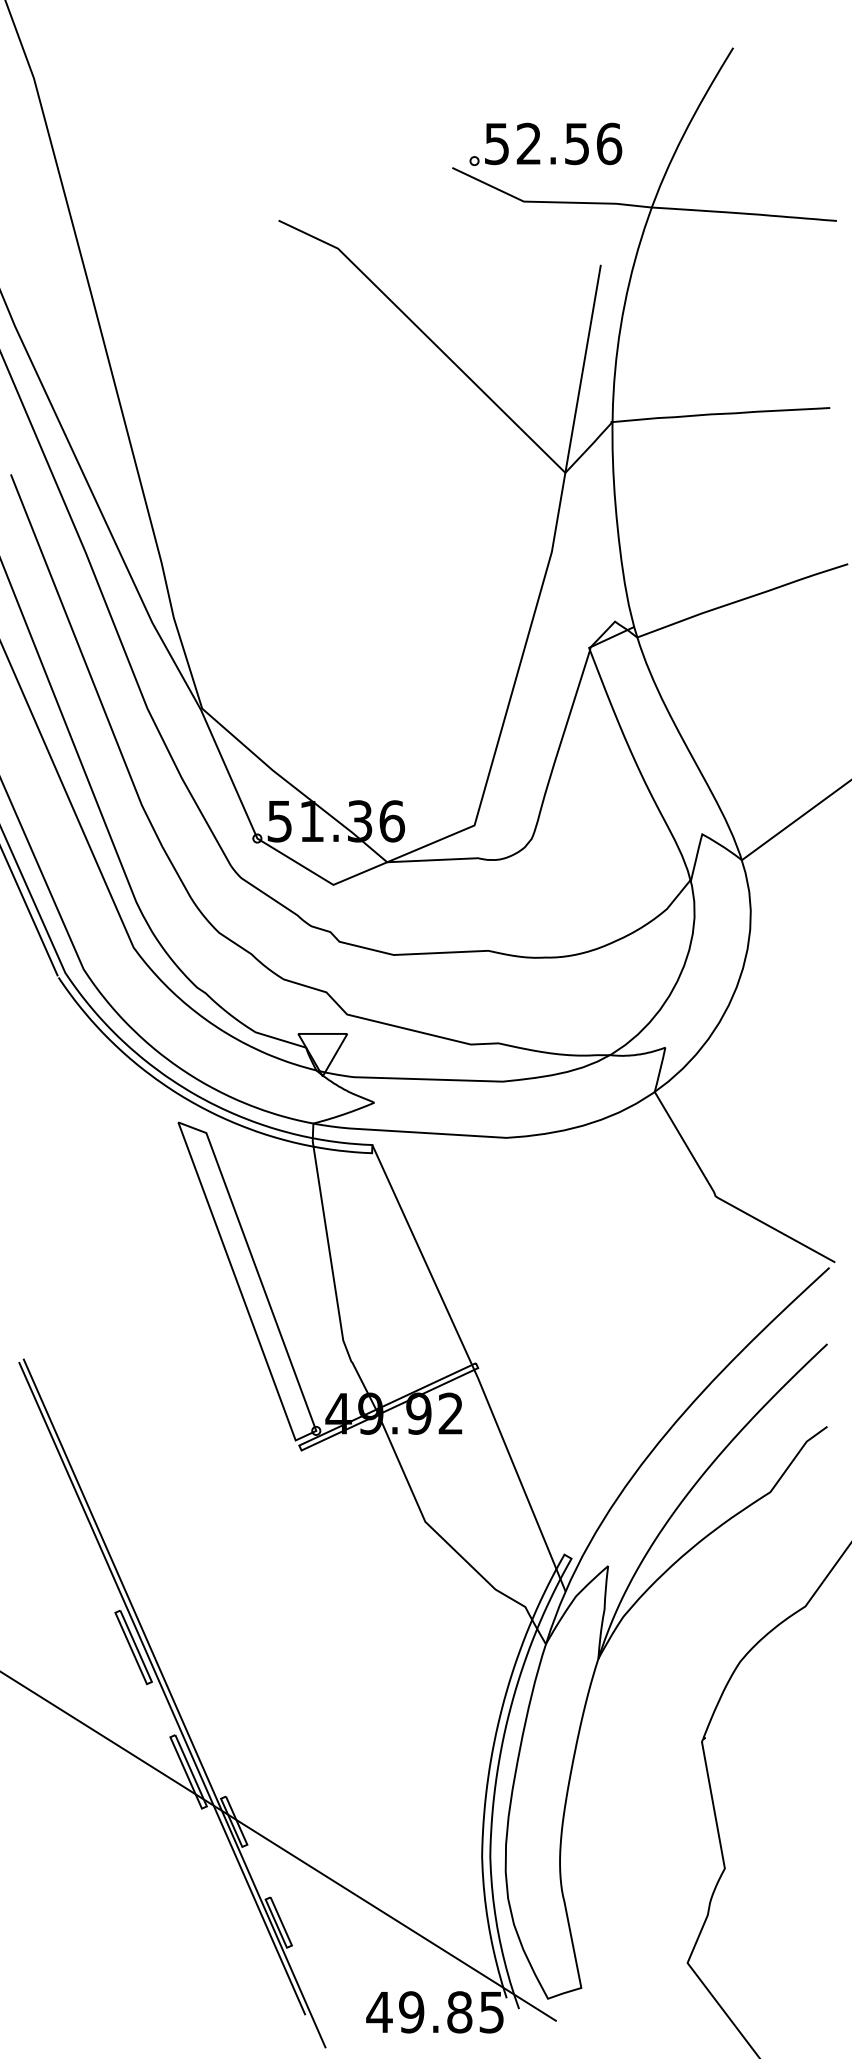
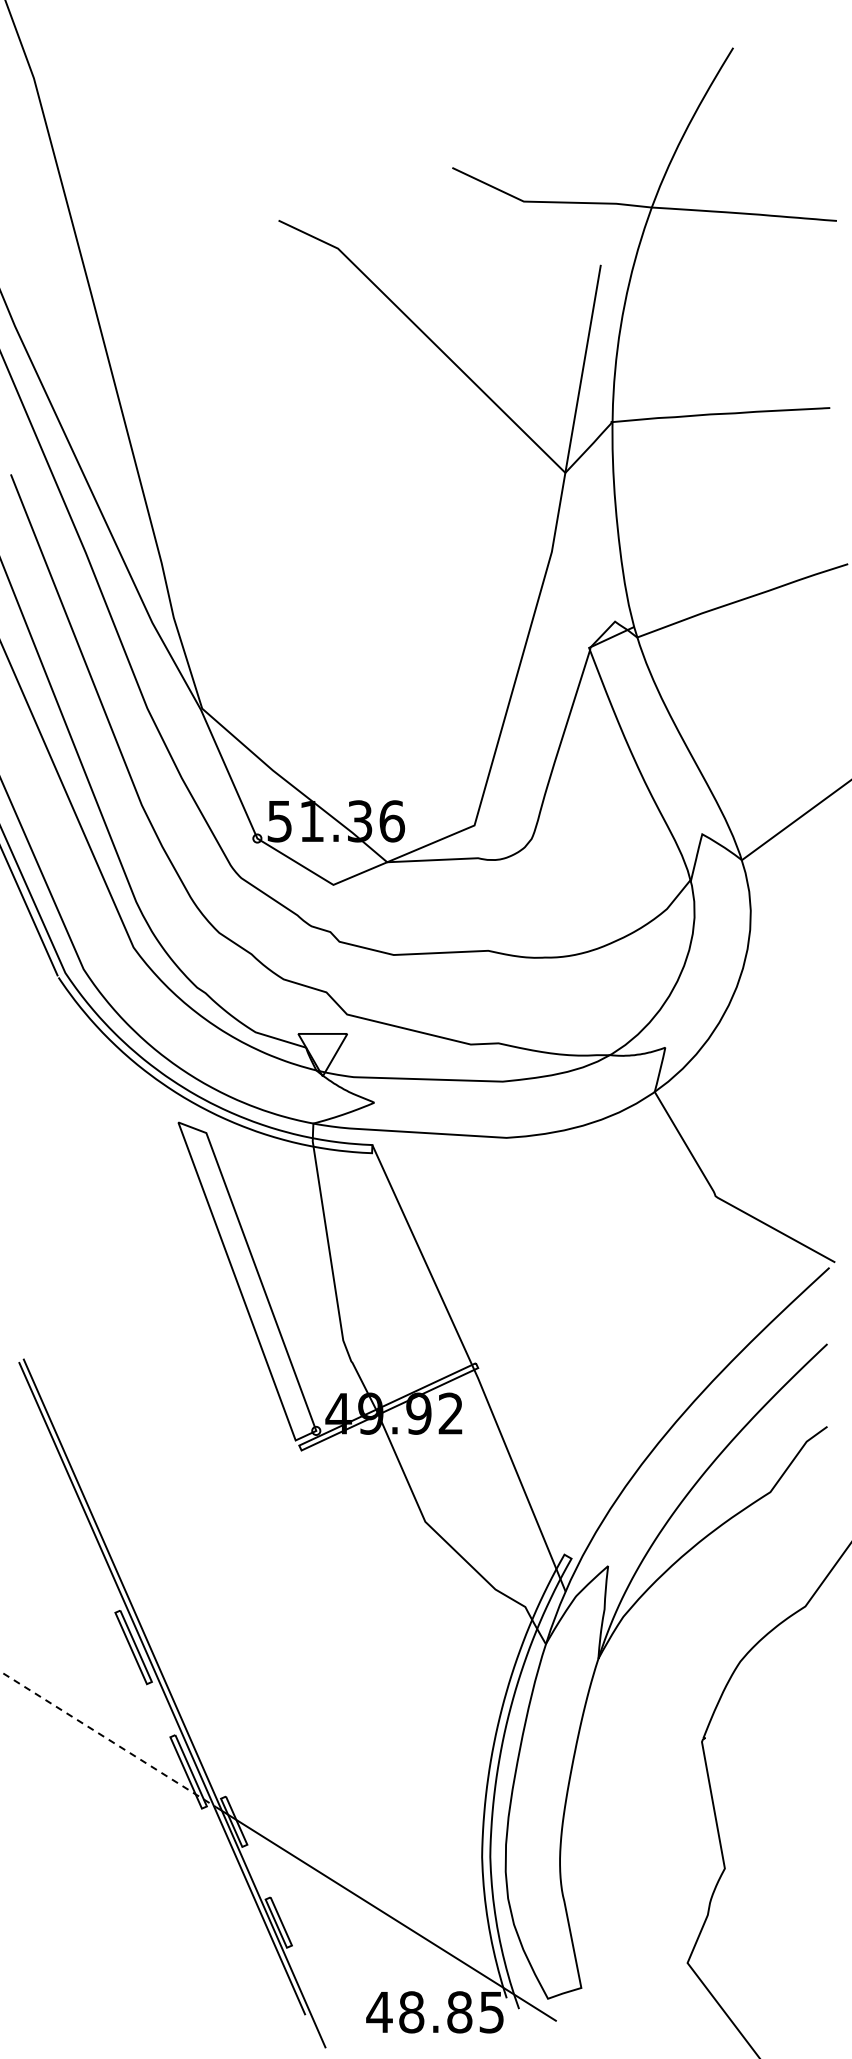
part at (538, 140): present -> none
line at (108, 1739): solid -> dashed
text at (411, 2012): 49.85 -> 48.85
